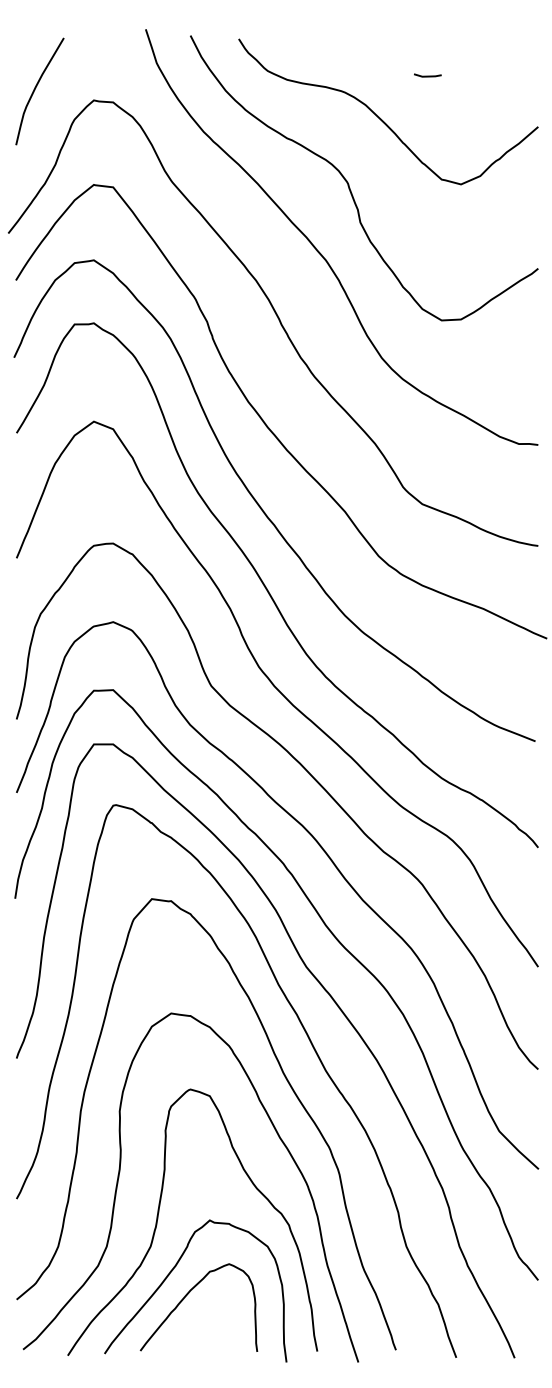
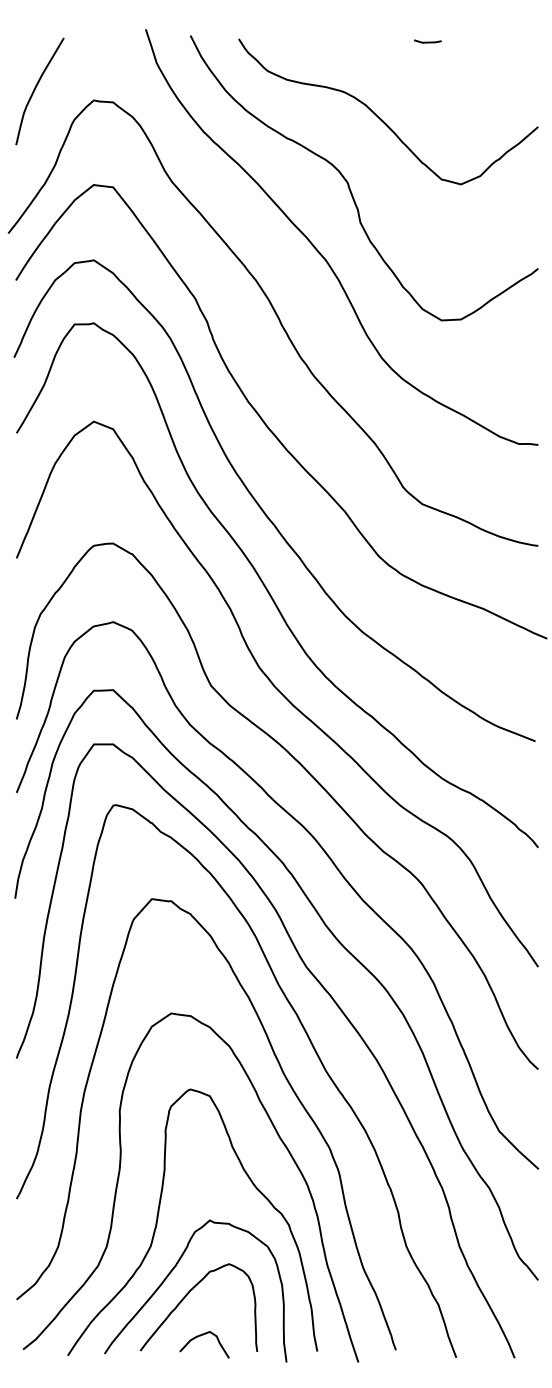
line at (427, 75) position: (427, 75) -> (427, 41)
curve at (200, 1336): none -> present
